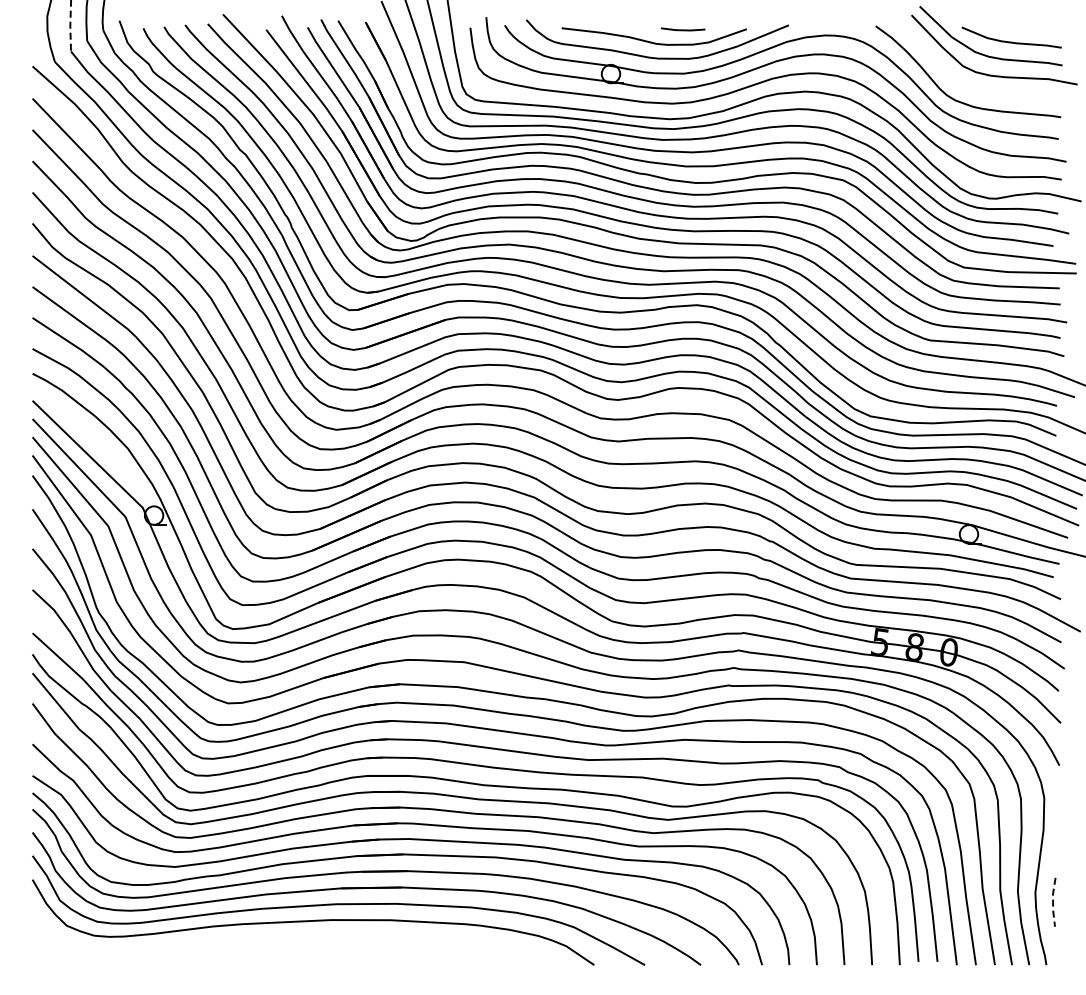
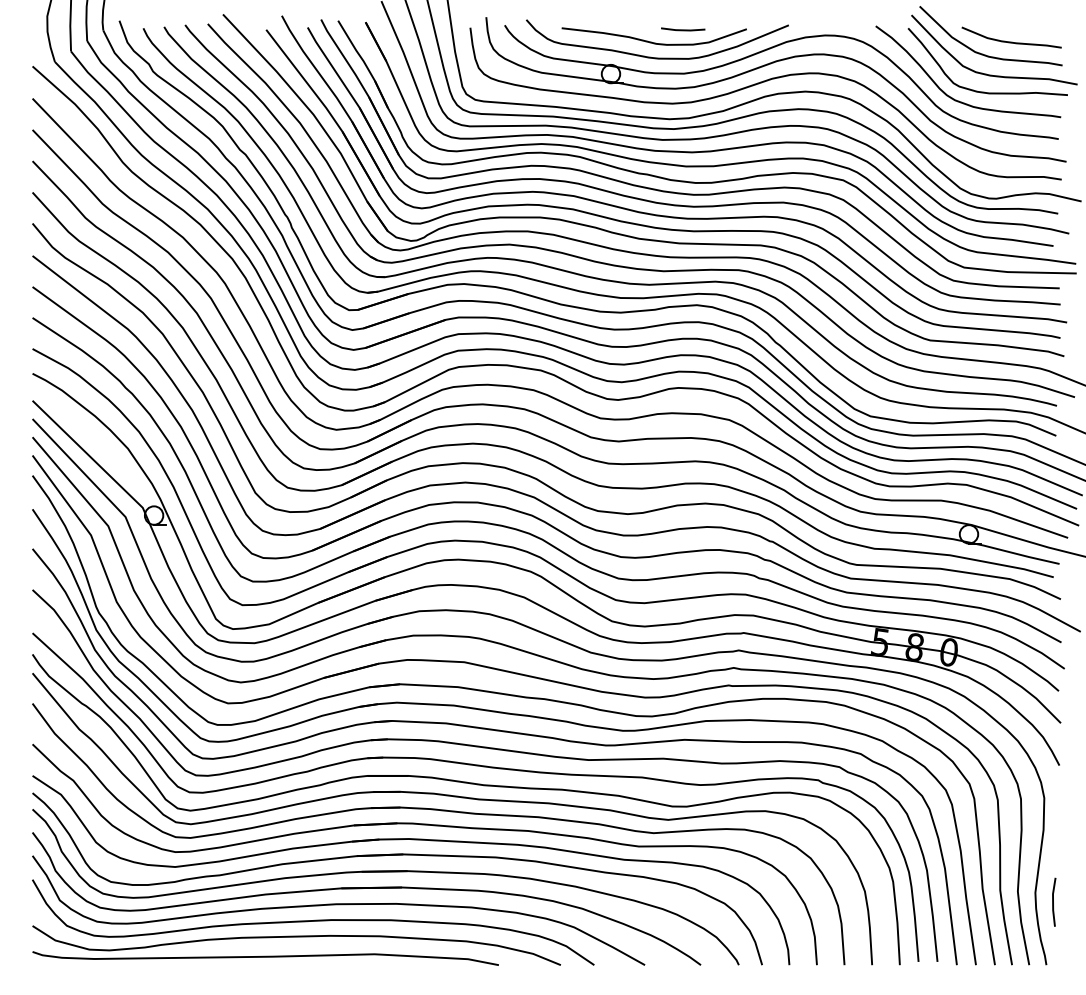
line at (70, 26): dashed -> solid
curve at (984, 91): none -> present
line at (1053, 902): dashed -> solid
part at (296, 937): none -> present
